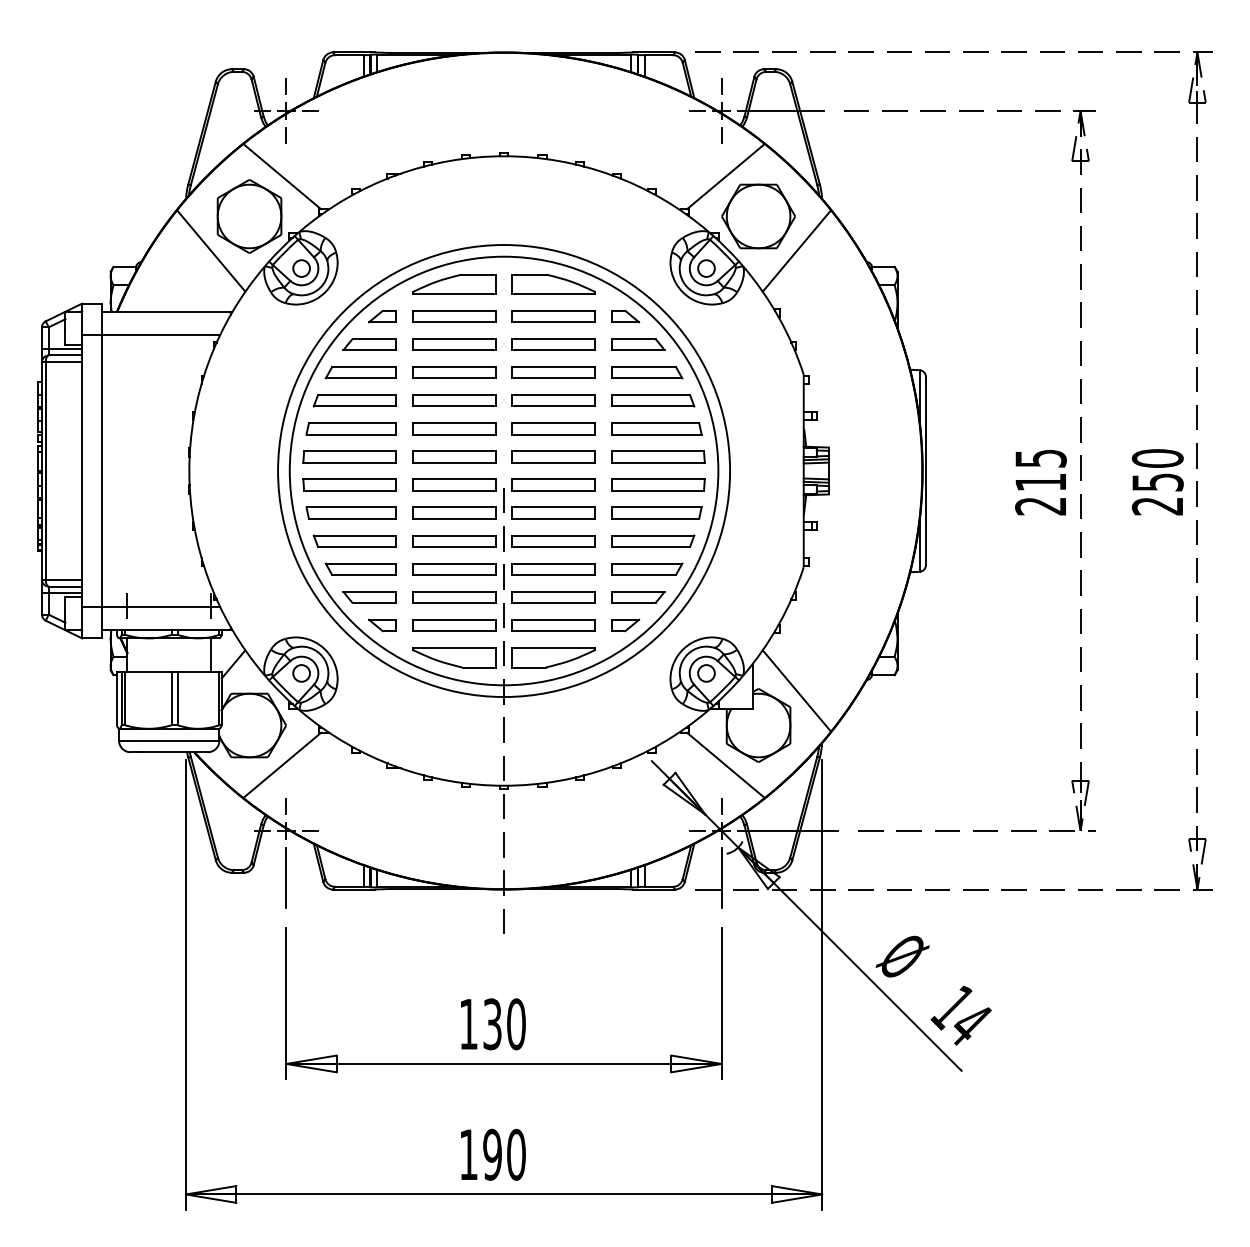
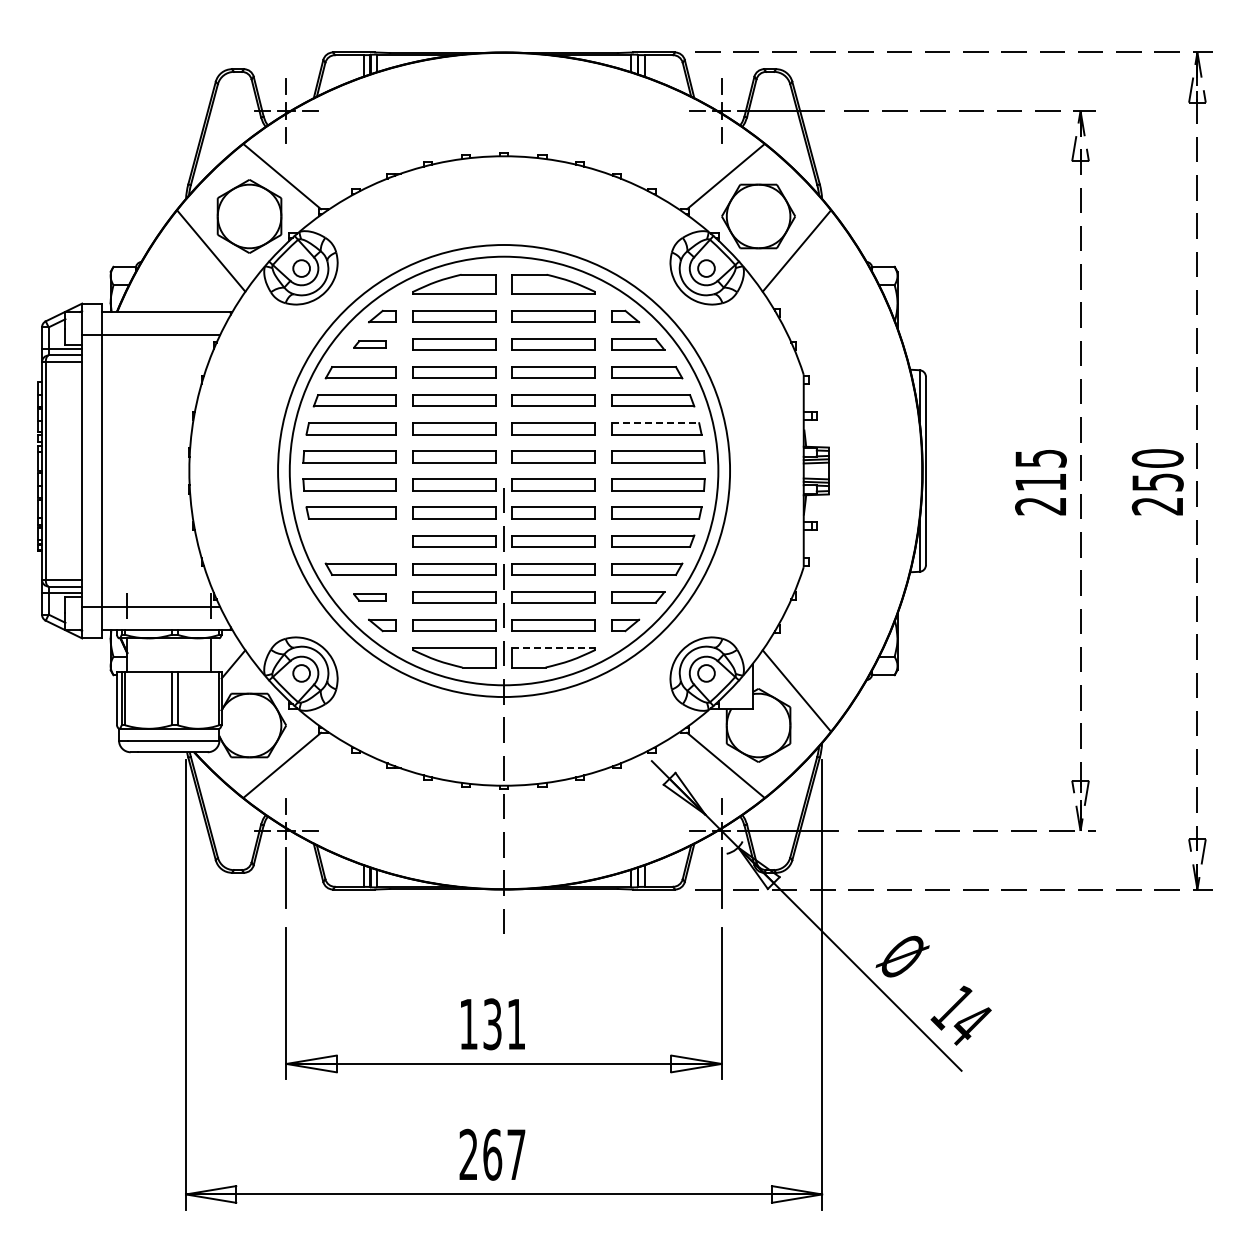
part at (369, 344) size: 55x13 px -> 34x9 px
line at (655, 423): solid -> dashed
part at (354, 540): present -> none
part at (369, 597) size: 55x13 px -> 34x9 px
line at (554, 647): solid -> dashed
text at (516, 1024): 130 -> 131
text at (492, 1154): 190 -> 267
